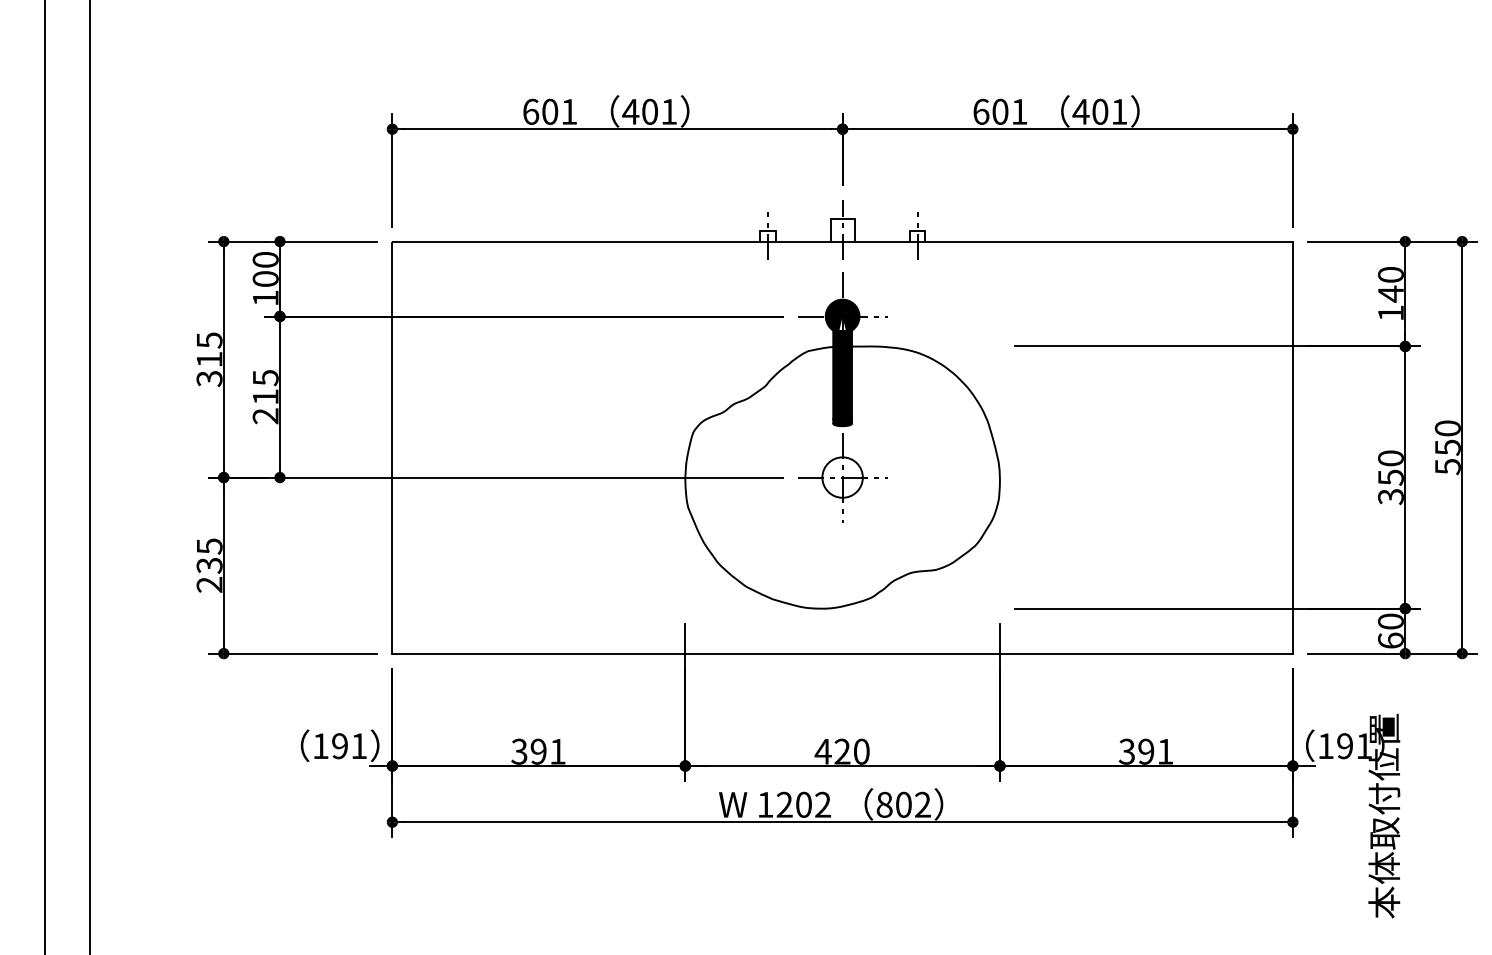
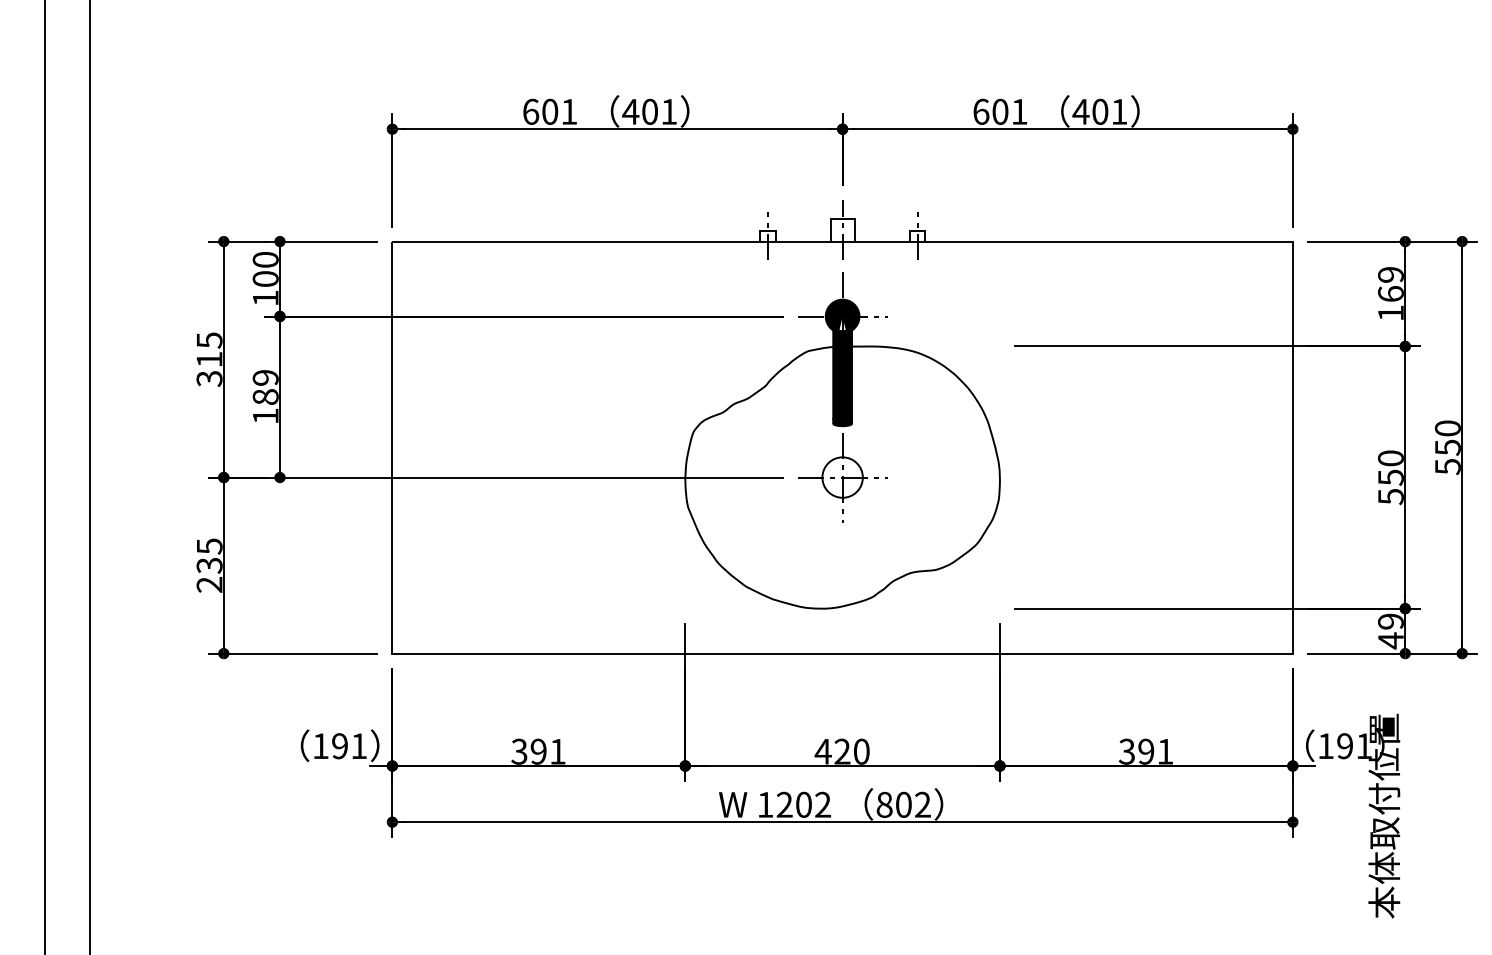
text at (1390, 284): 140 -> 169
text at (265, 397): 215 -> 189
text at (1390, 496): 350 -> 550
text at (1390, 631): 60 -> 49
